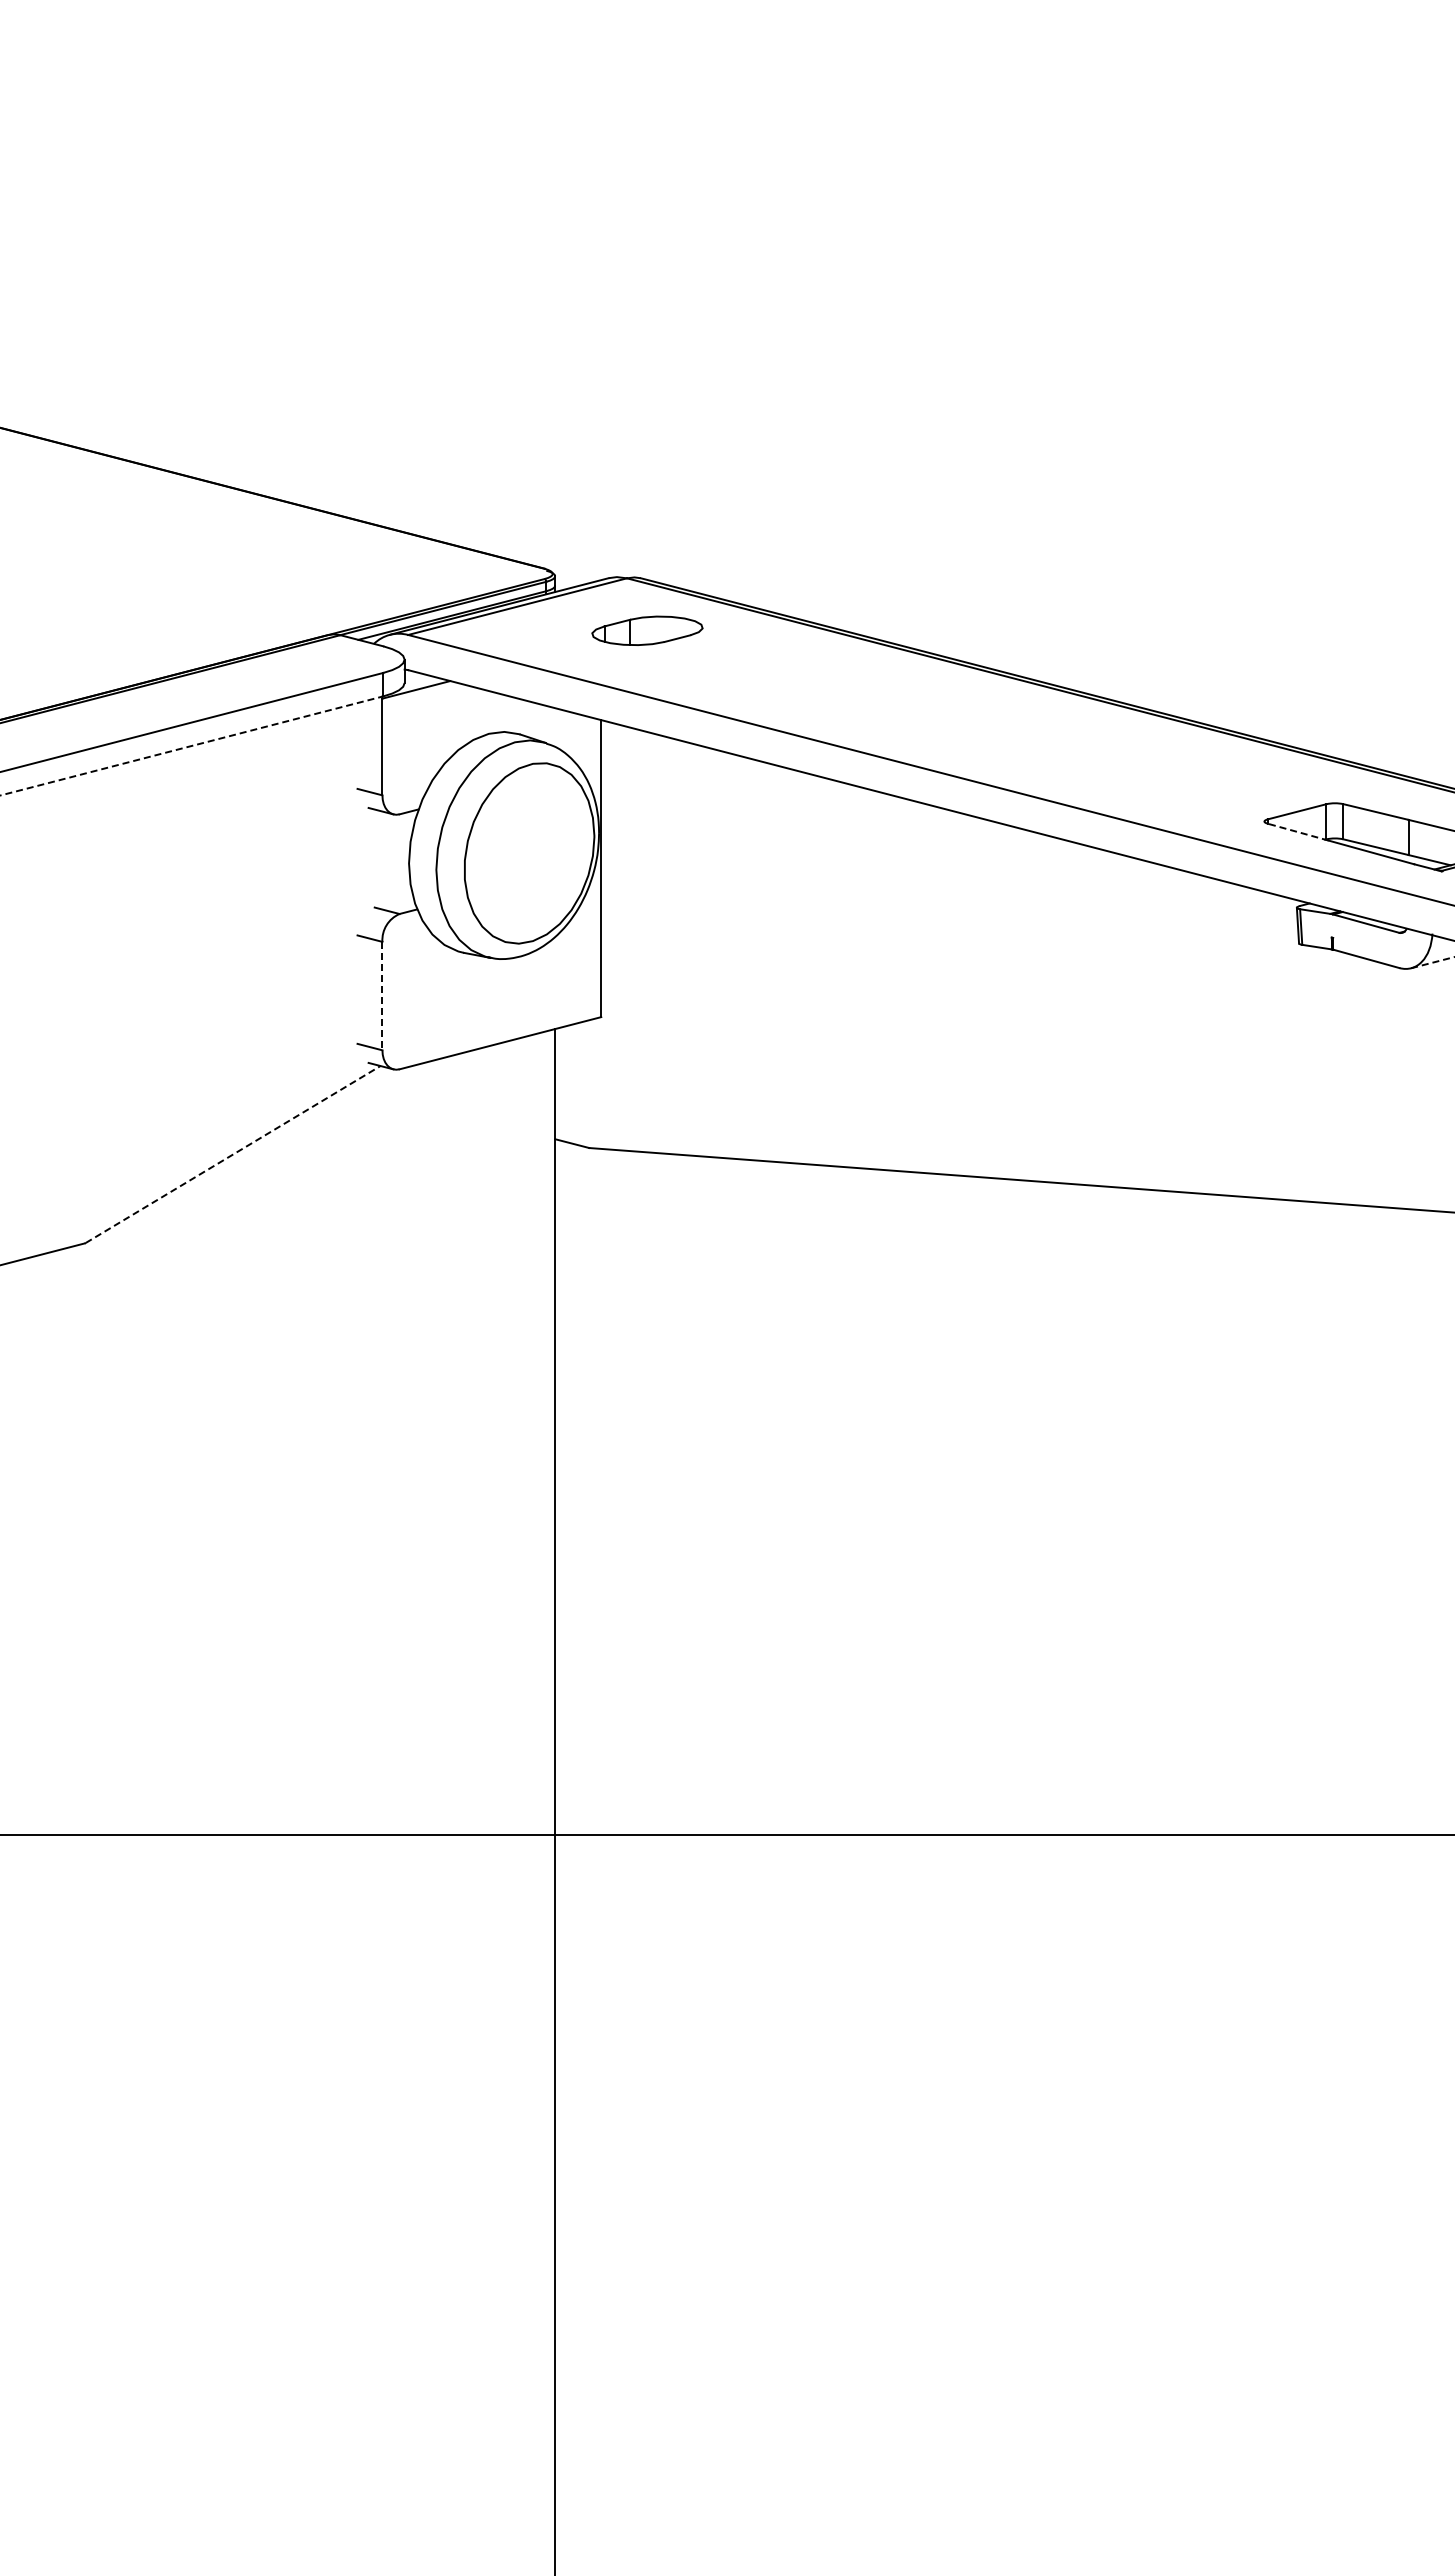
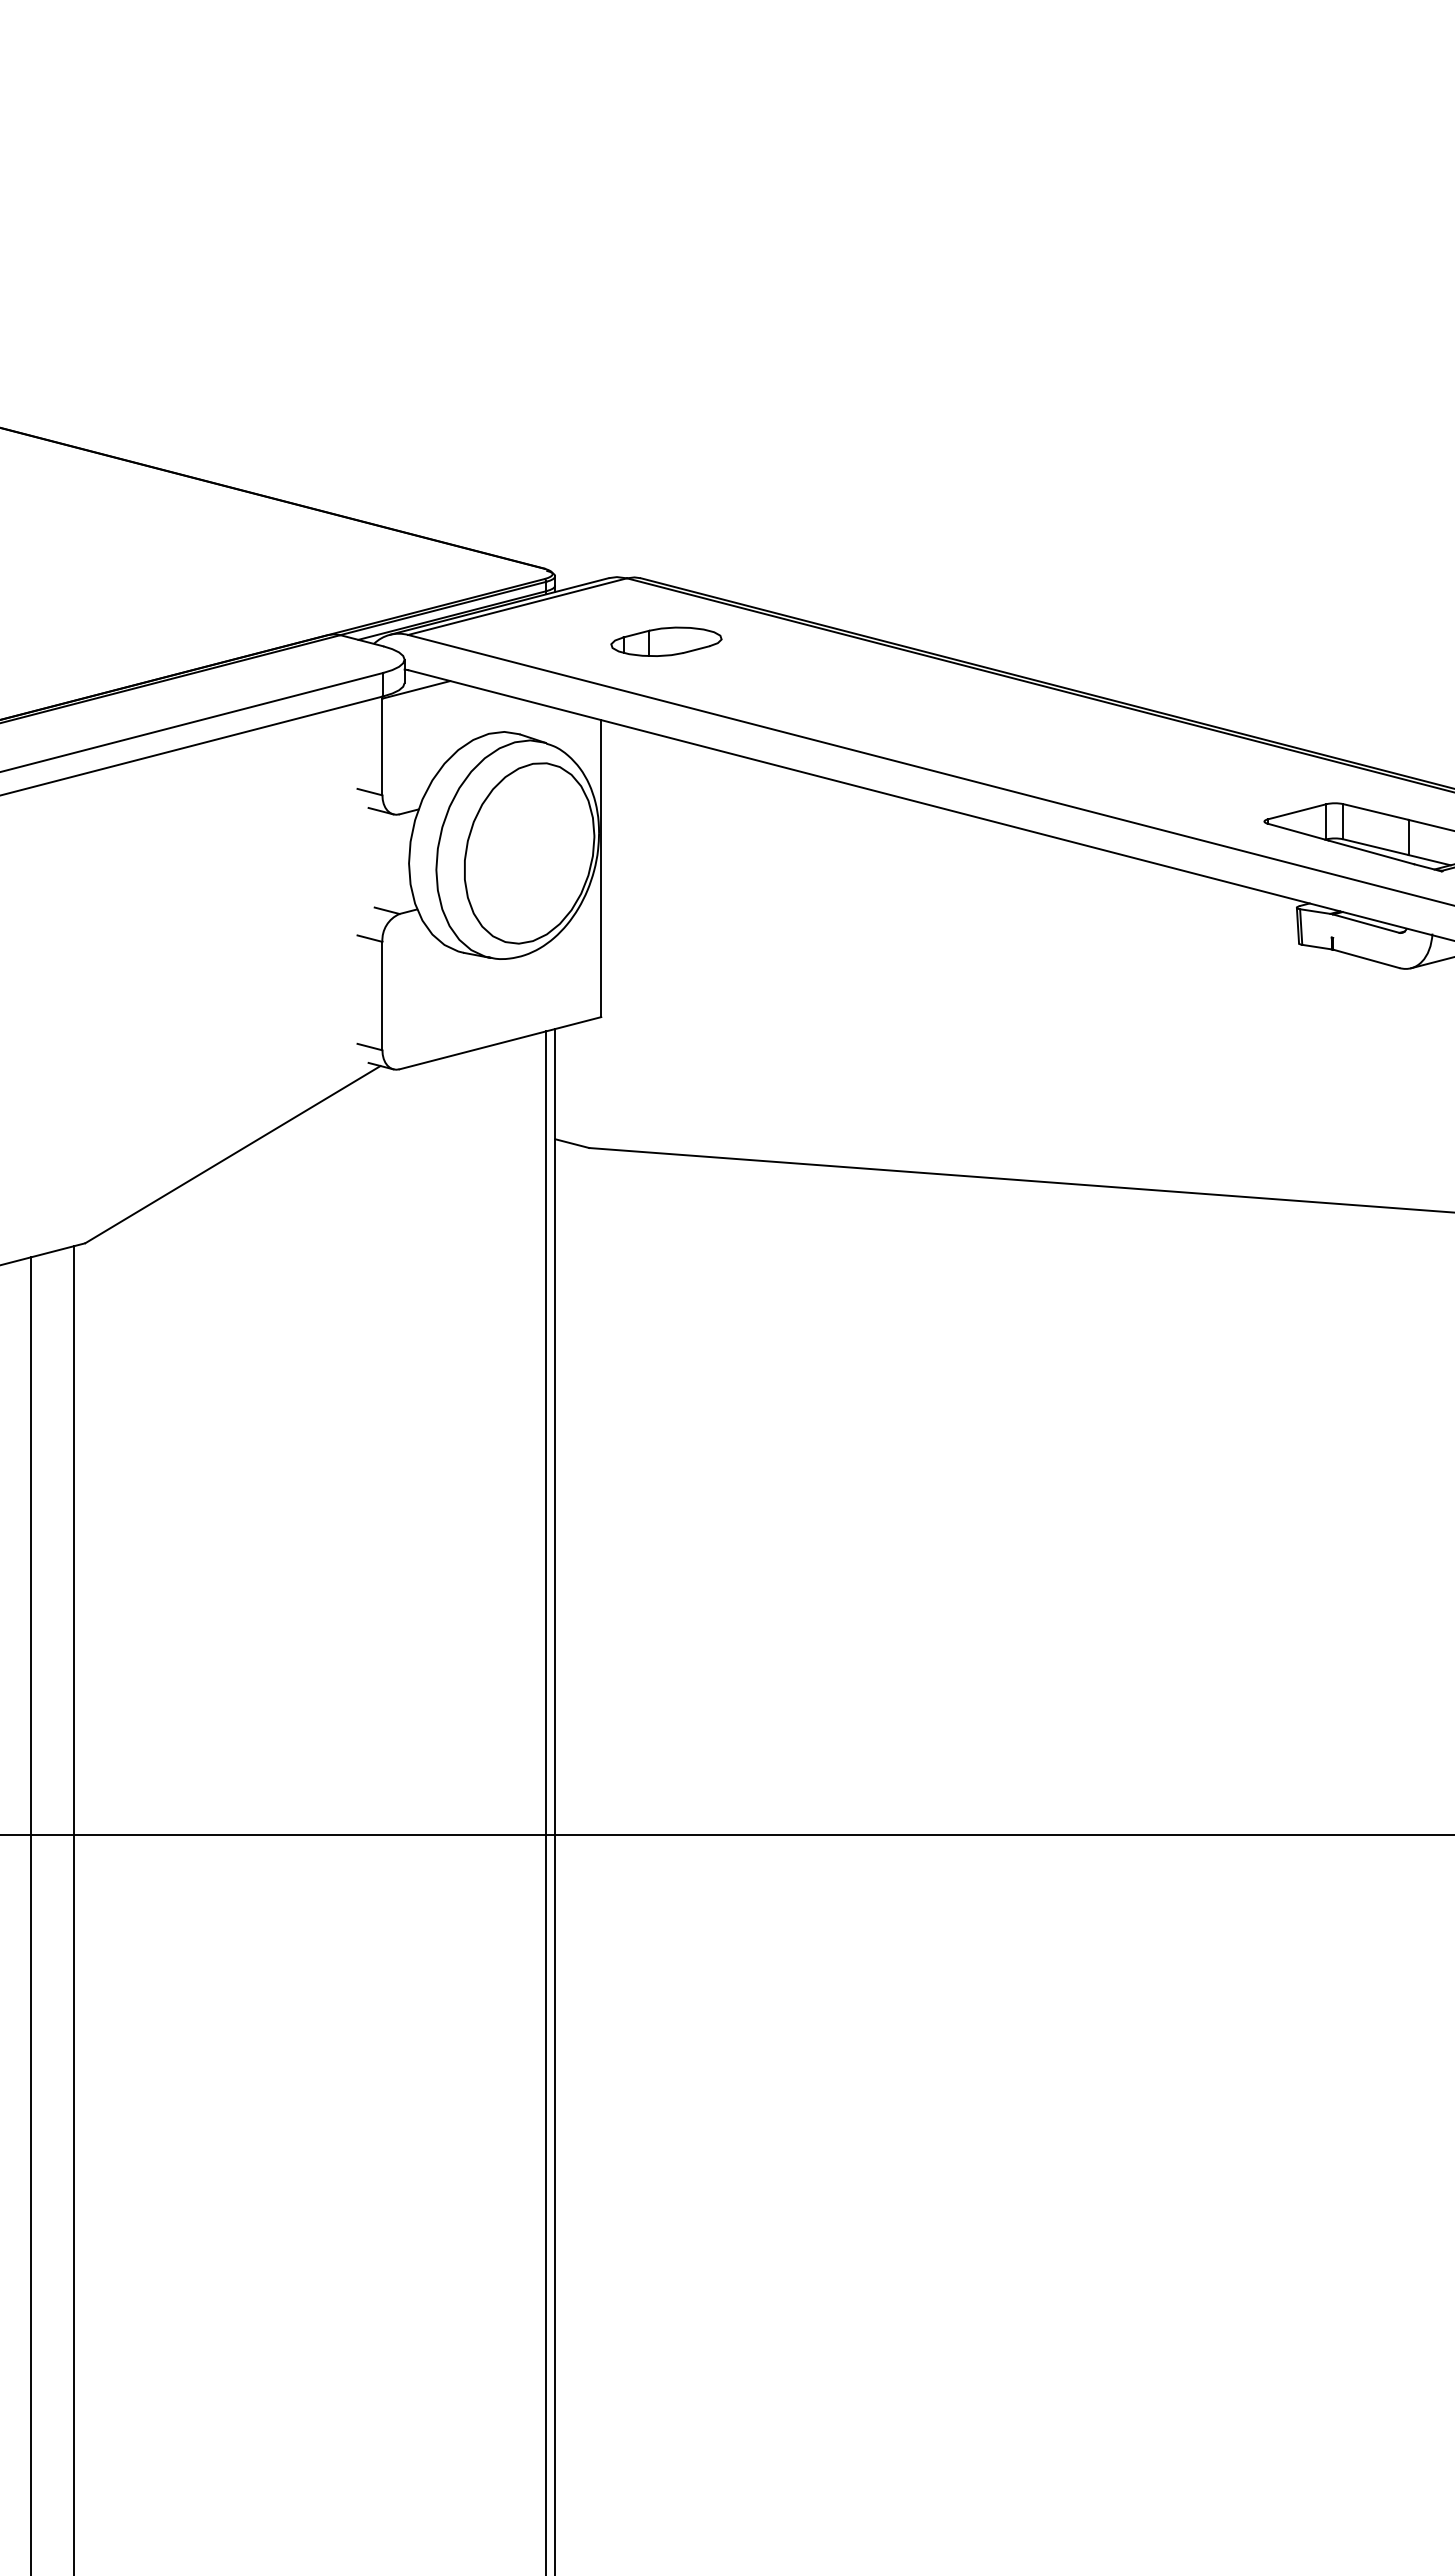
part at (647, 630) position: (647, 630) -> (666, 641)
line at (192, 745): dashed -> solid
line at (1298, 832): dashed -> solid
line at (1433, 962): dashed -> solid
line at (382, 996): dashed -> solid
line at (233, 1154): dashed -> solid
line at (546, 1801): none -> present
line at (74, 1909): none -> present
line at (31, 1914): none -> present
